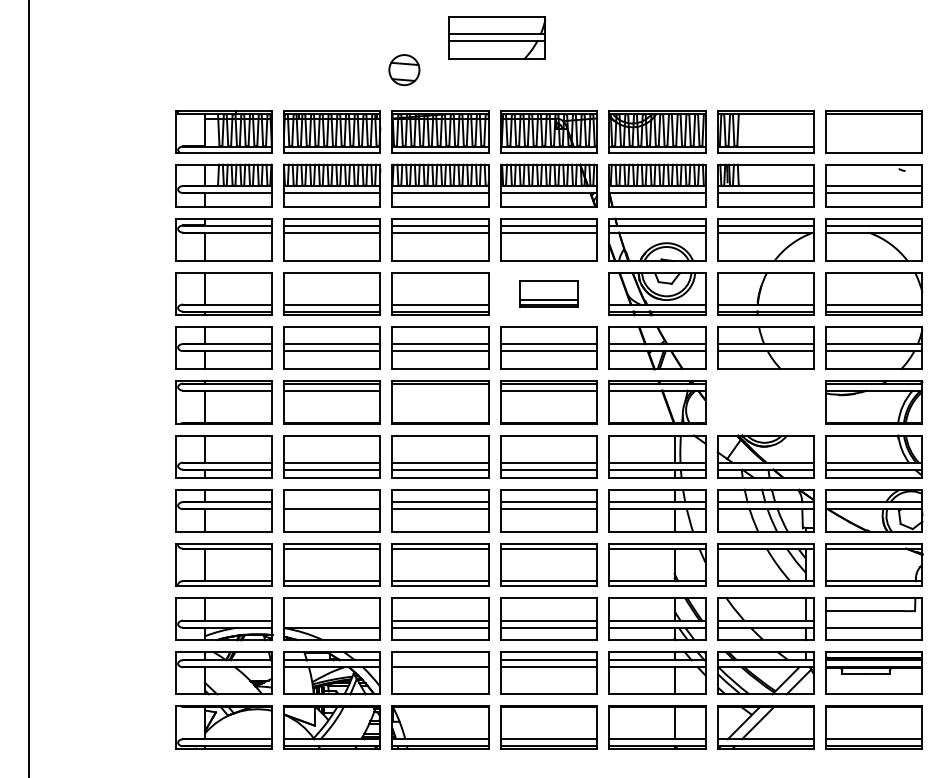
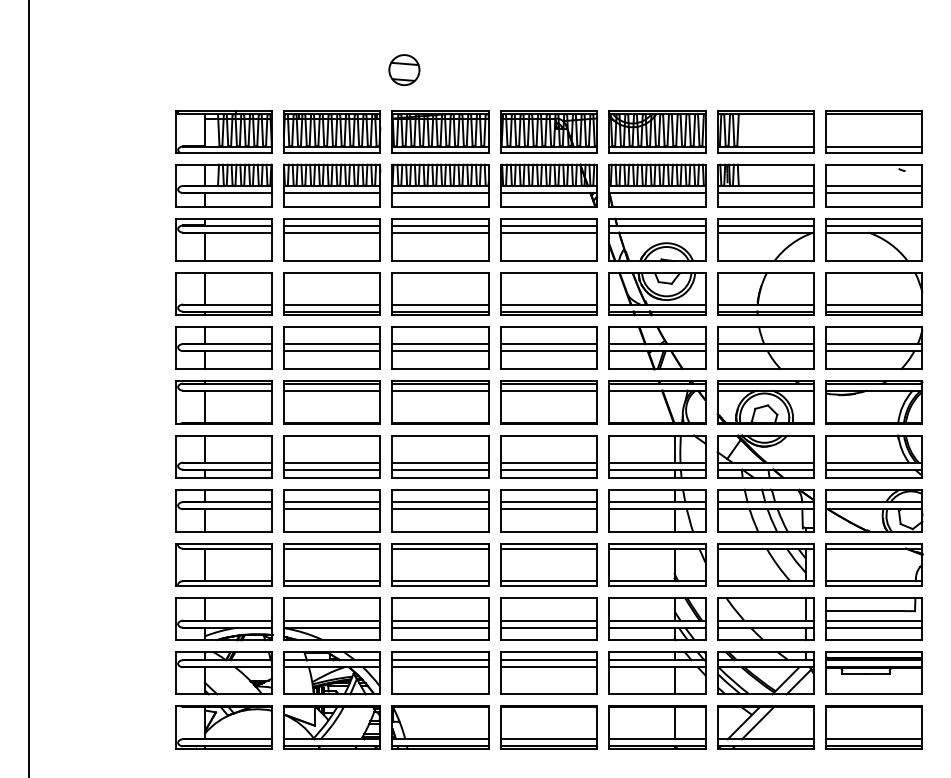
part at (497, 37): present -> none
line at (874, 146): none -> present
part at (548, 293) size: 60x28 px -> 98x44 px
line at (440, 390): none -> present
part at (765, 402): none -> present
line at (331, 502): none -> present
line at (331, 620): none -> present
line at (874, 620): none -> present
line at (440, 660): none -> present
